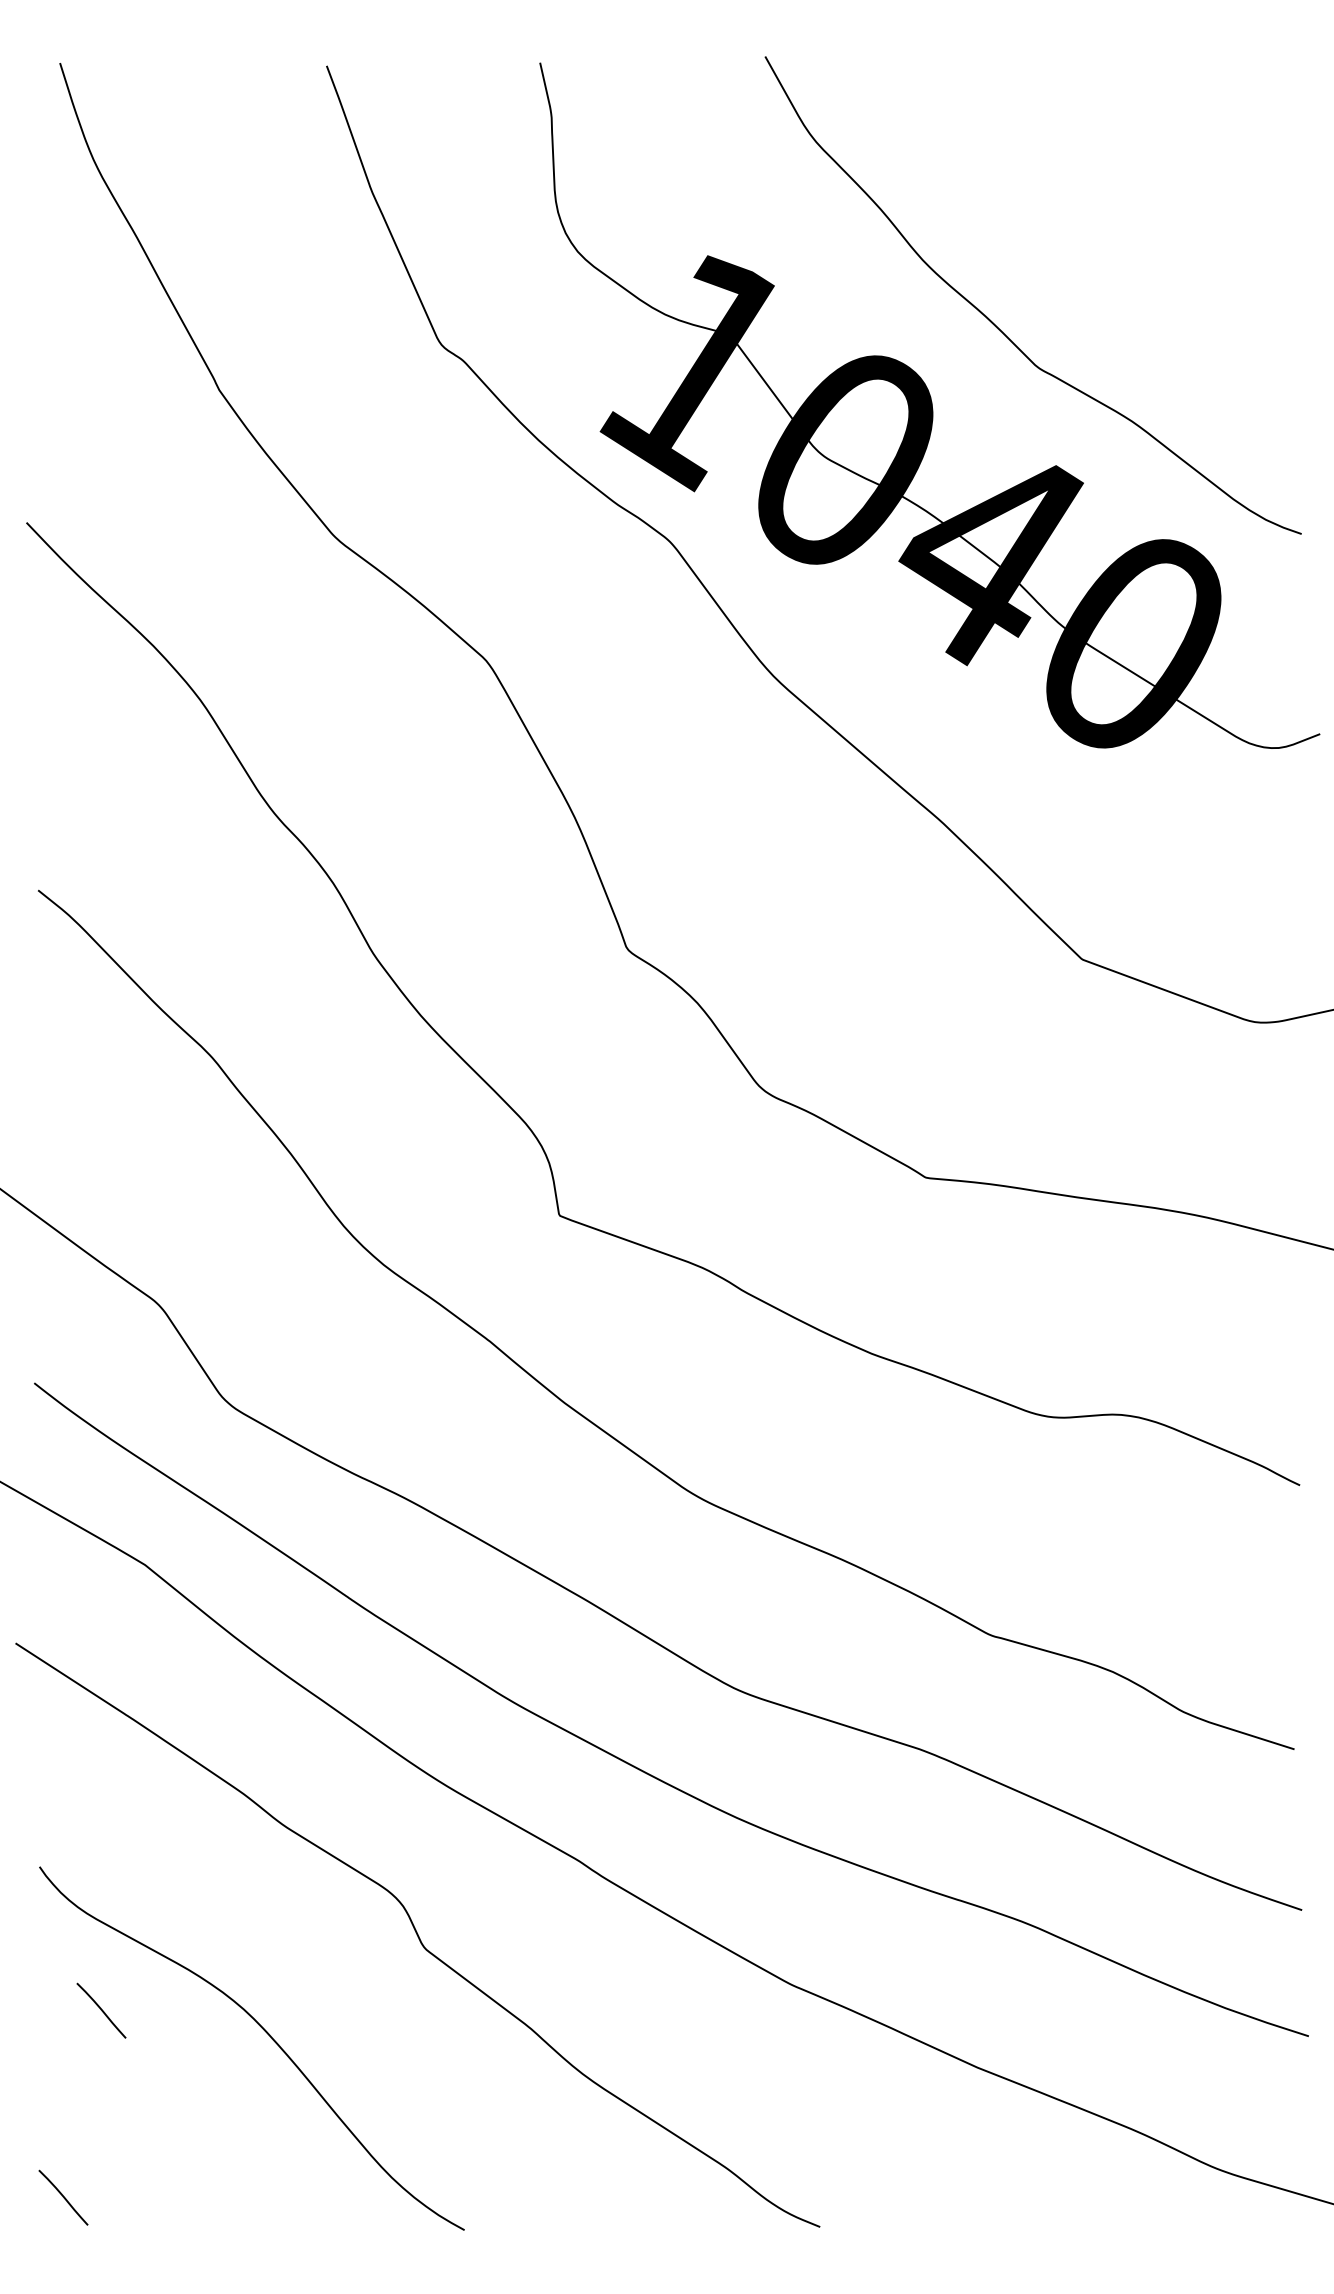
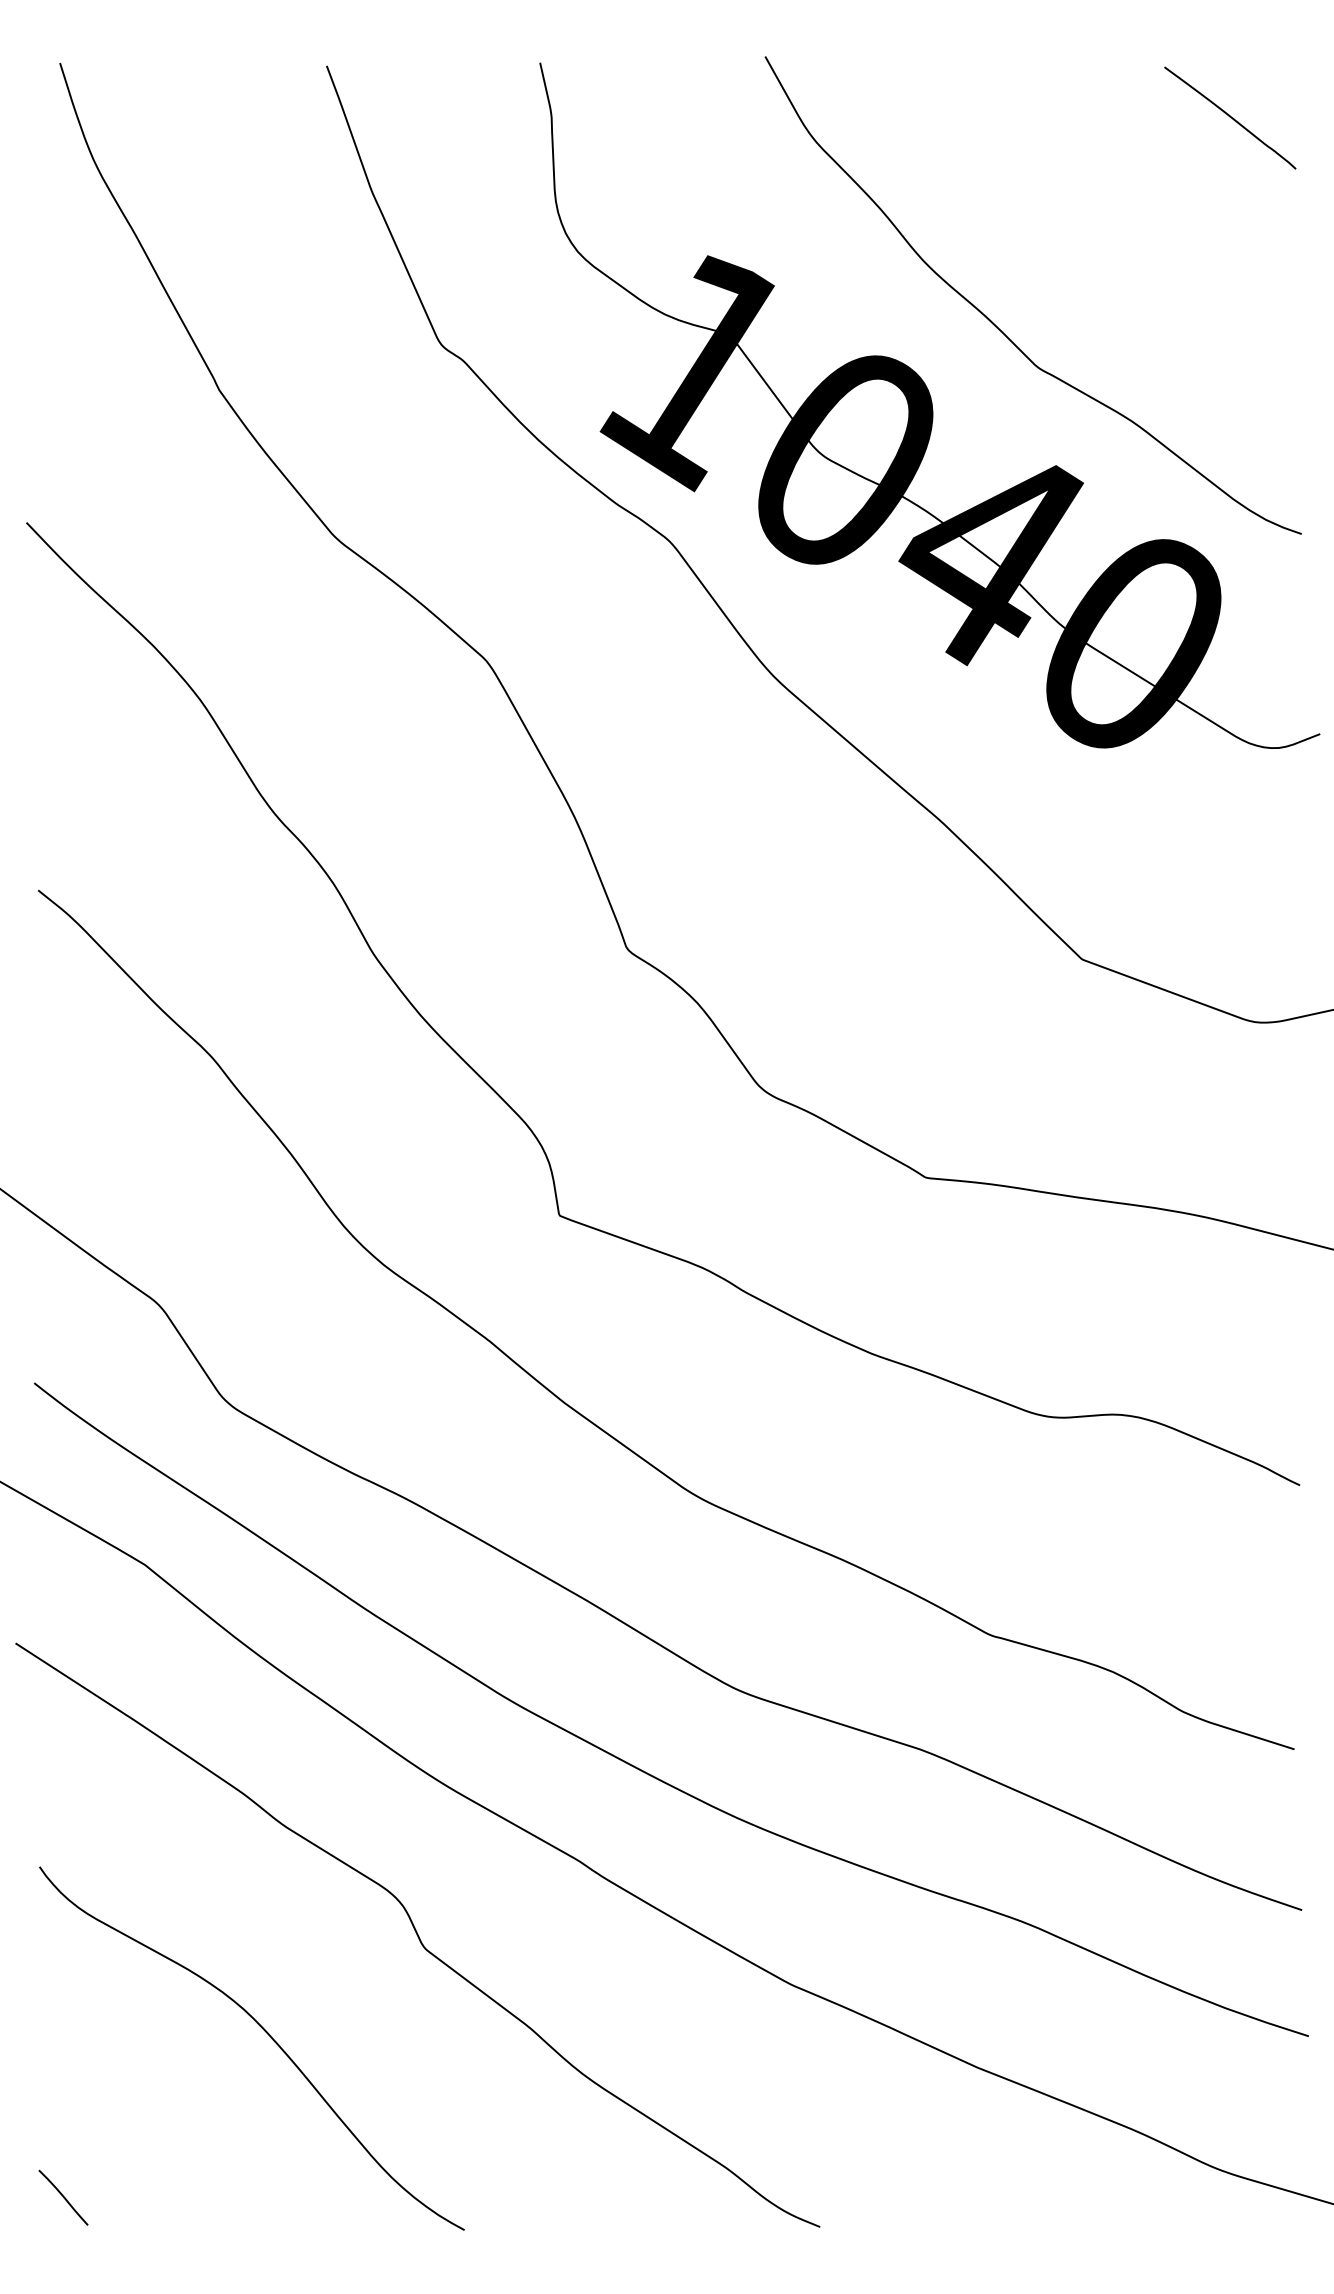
curve at (1230, 117): none -> present
curve at (101, 2010): present -> none
